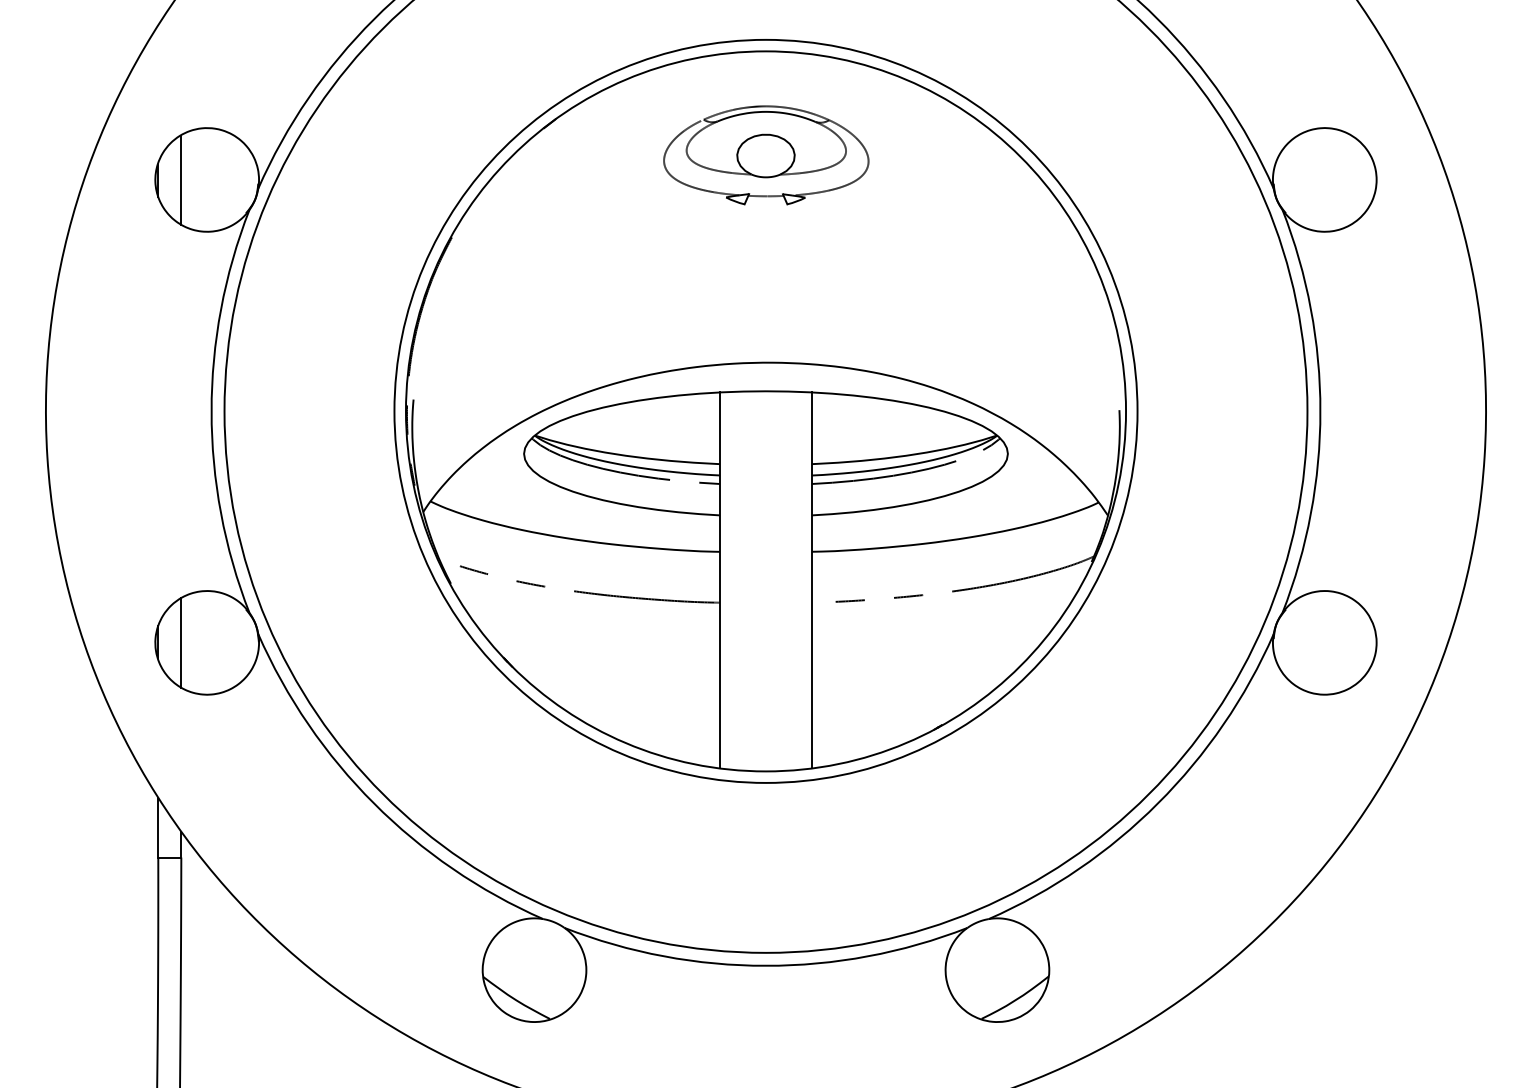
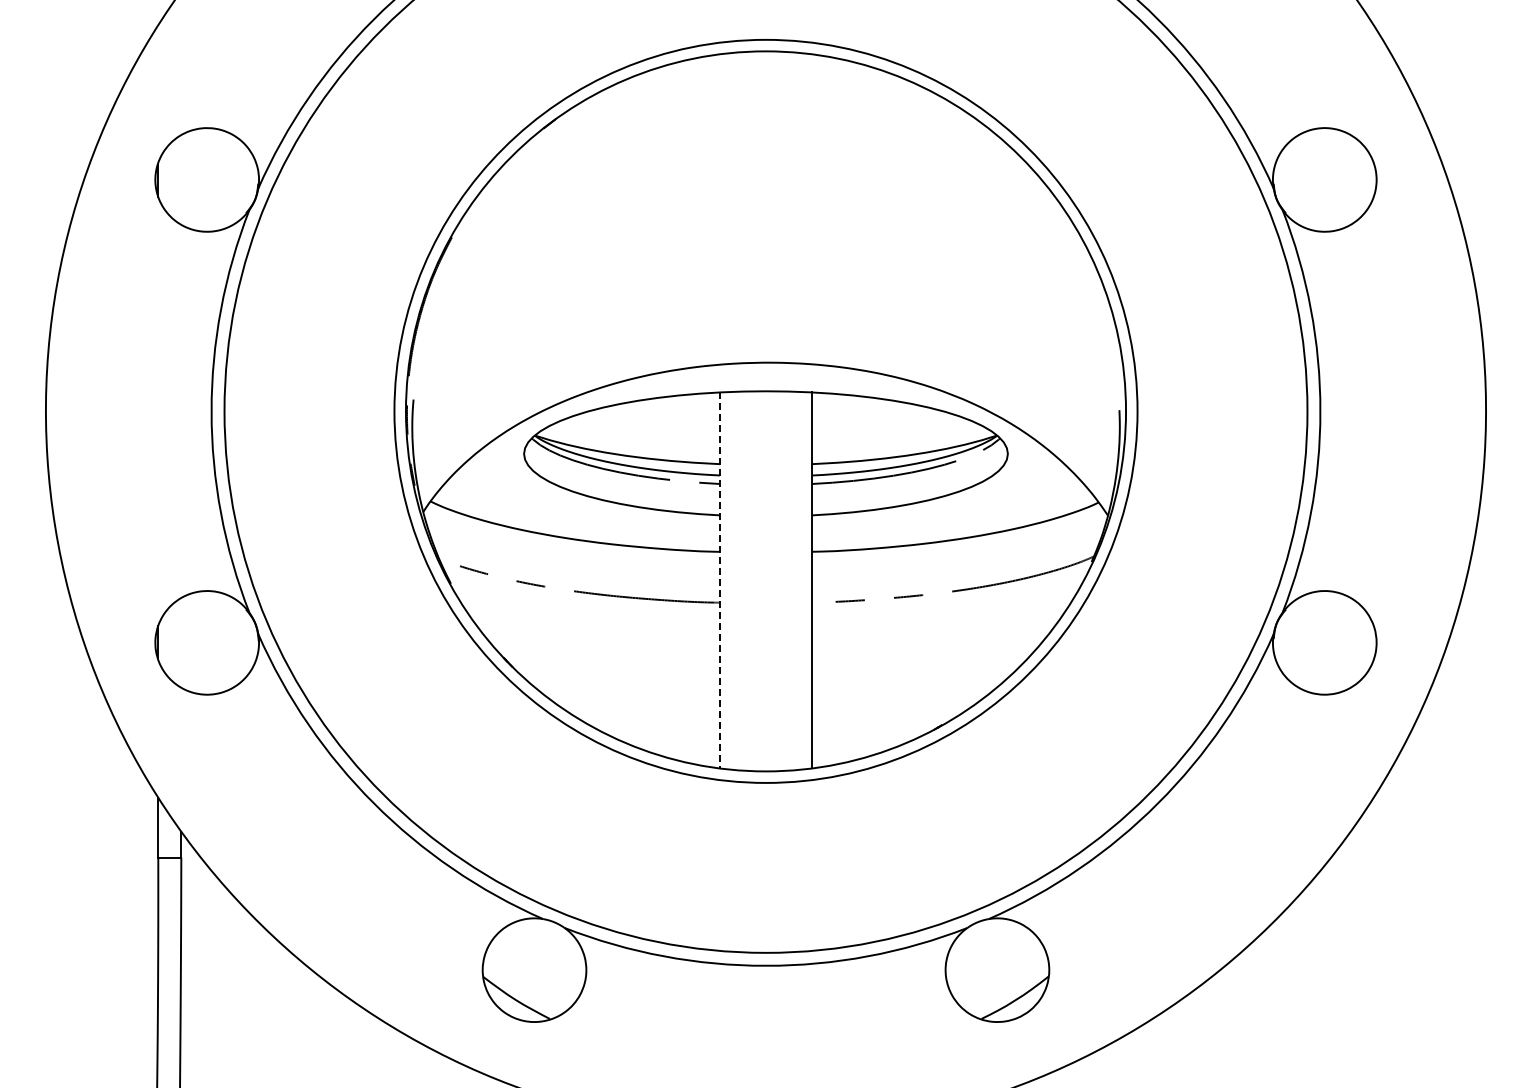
part at (766, 155): present -> none
line at (181, 179): present -> none
line at (719, 580): solid -> dashed
line at (181, 642): present -> none
